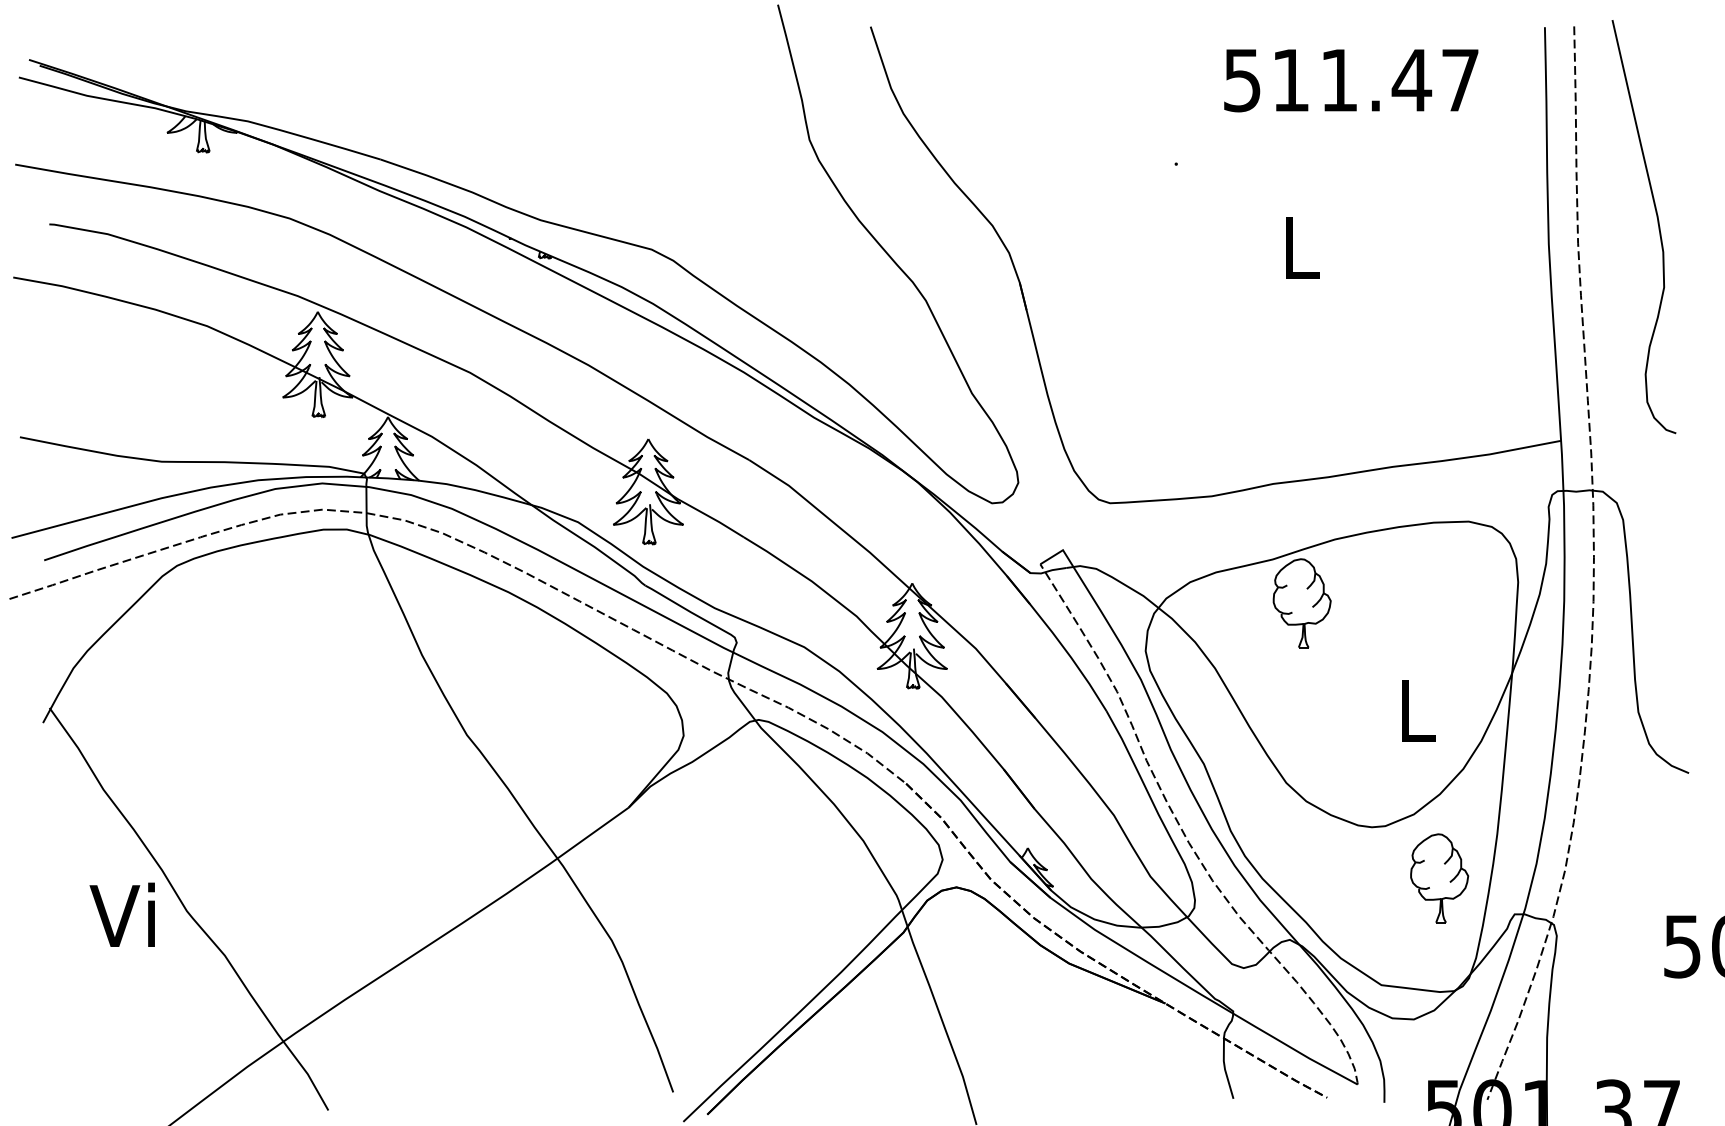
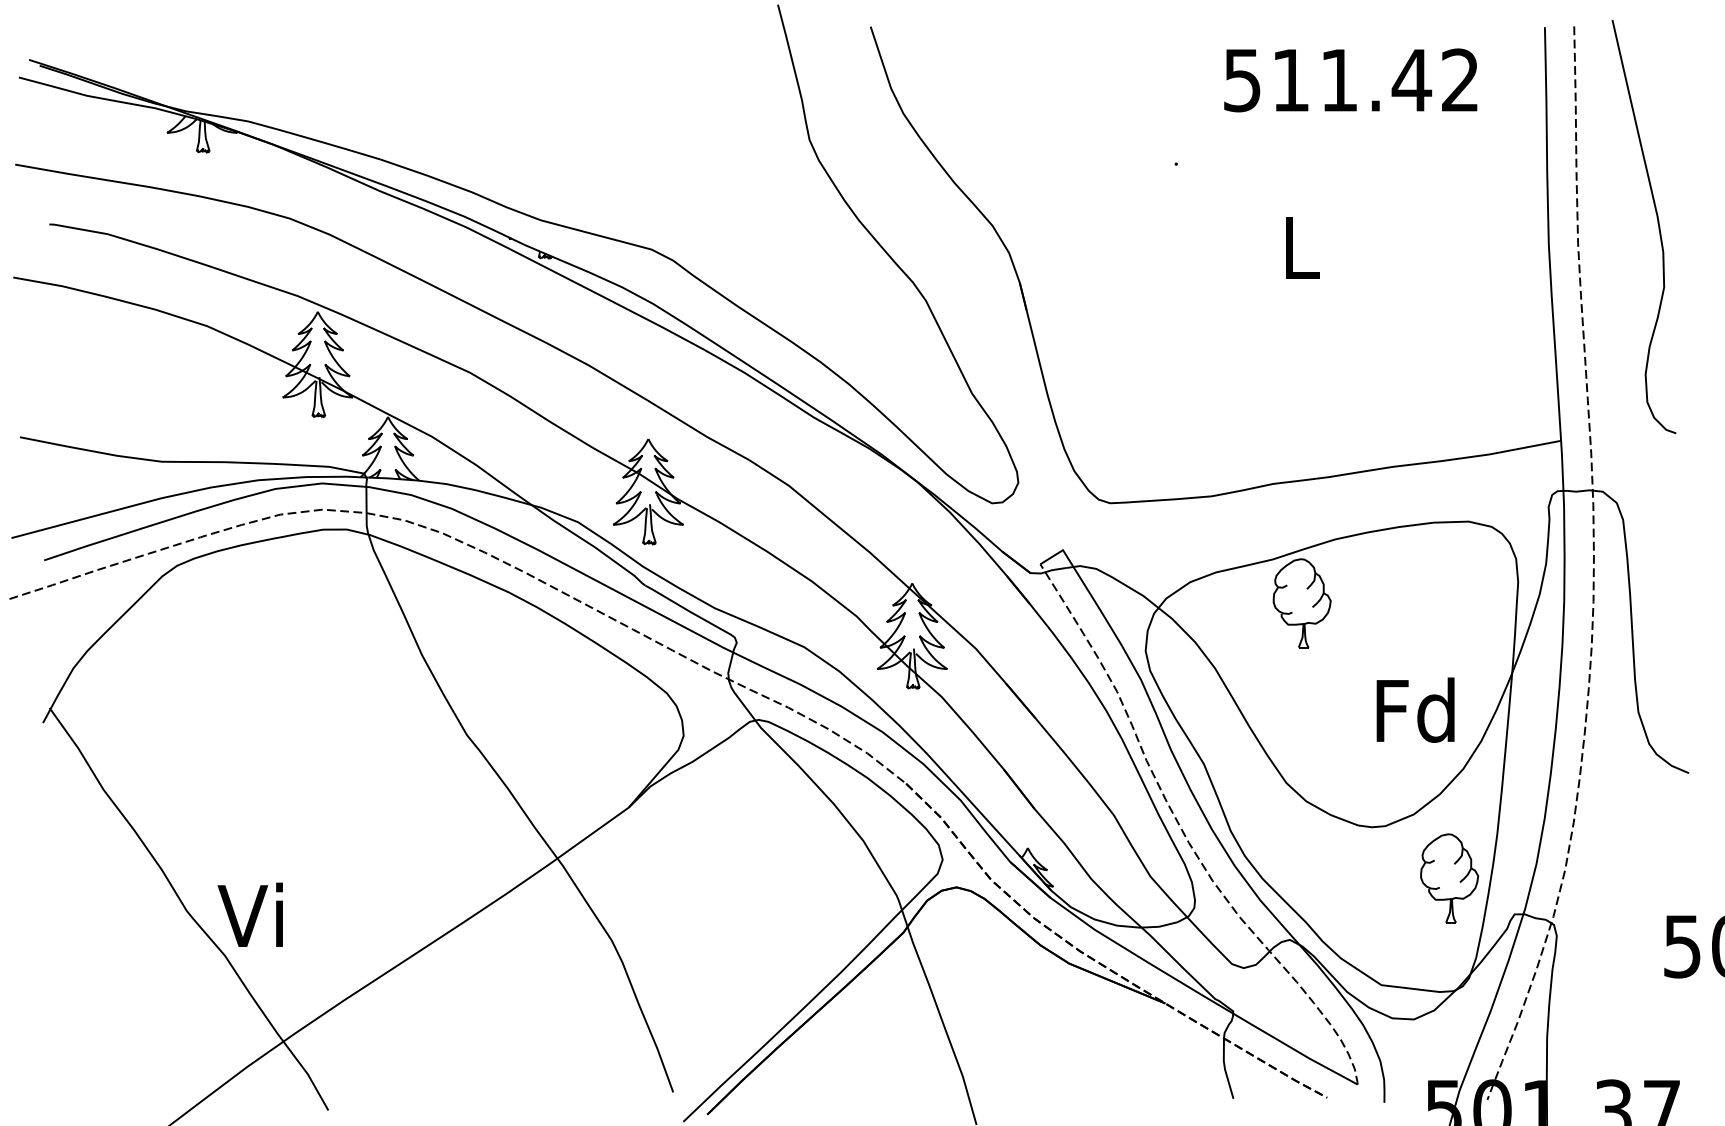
text at (1460, 79): 511.47 -> 511.42
text at (1415, 709): L -> Fd
part at (1439, 878) position: (1439, 878) -> (1449, 878)
text at (121, 914) position: (121, 914) -> (249, 914)
